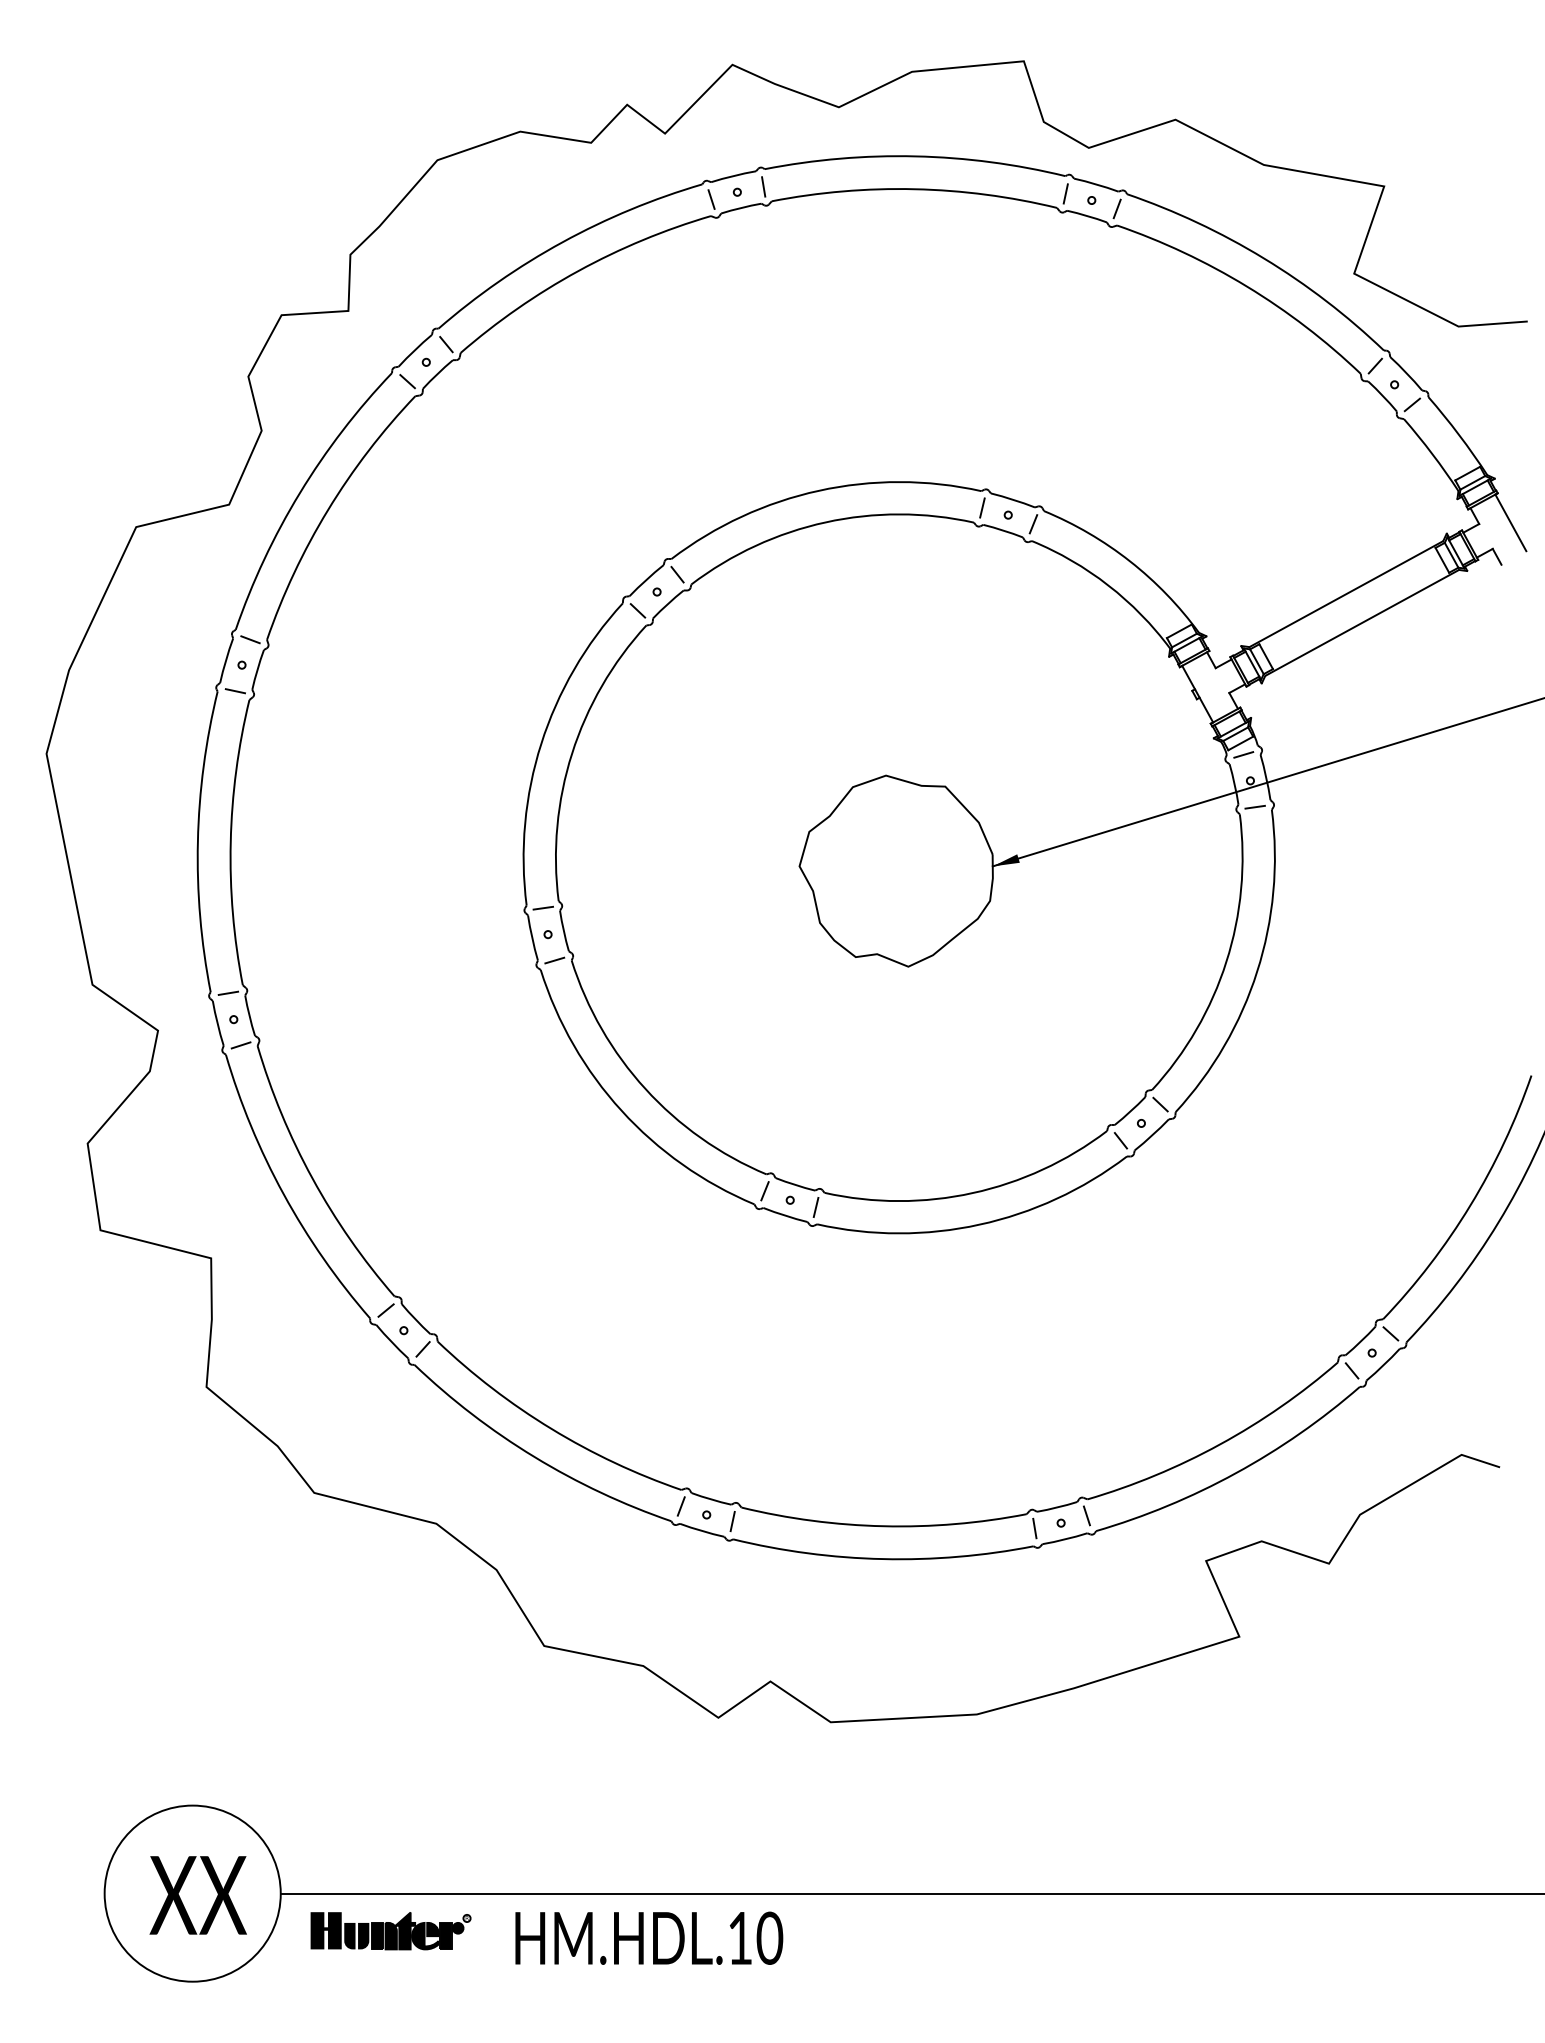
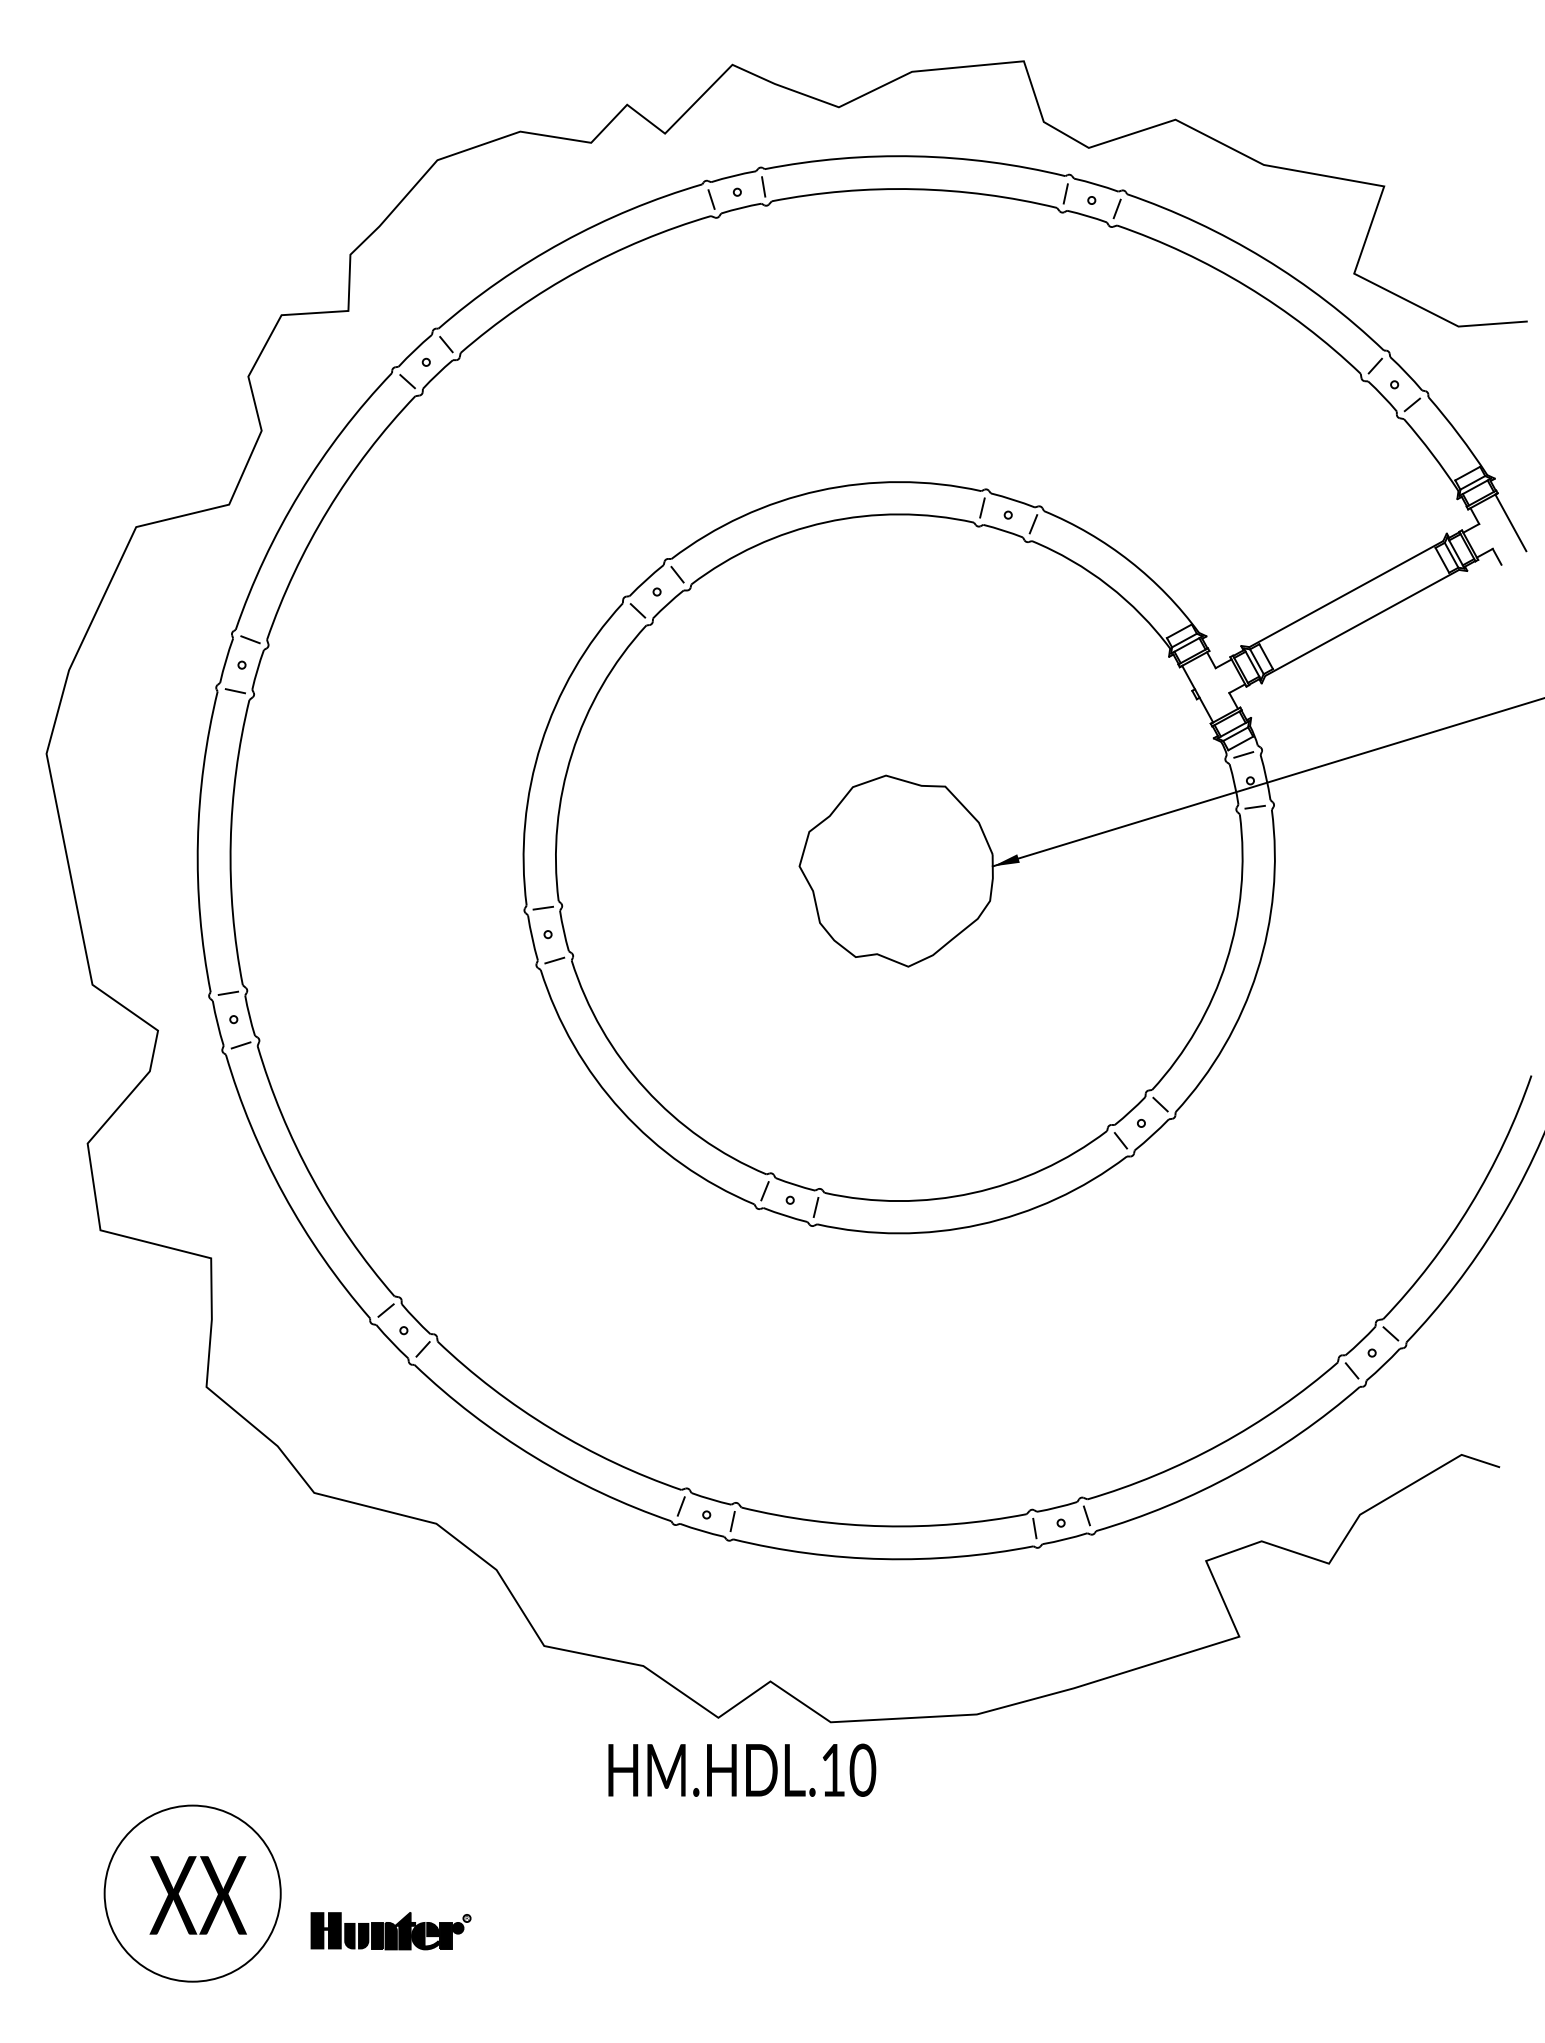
line at (910, 1893): present -> none
text at (649, 1937) position: (649, 1937) -> (742, 1769)
